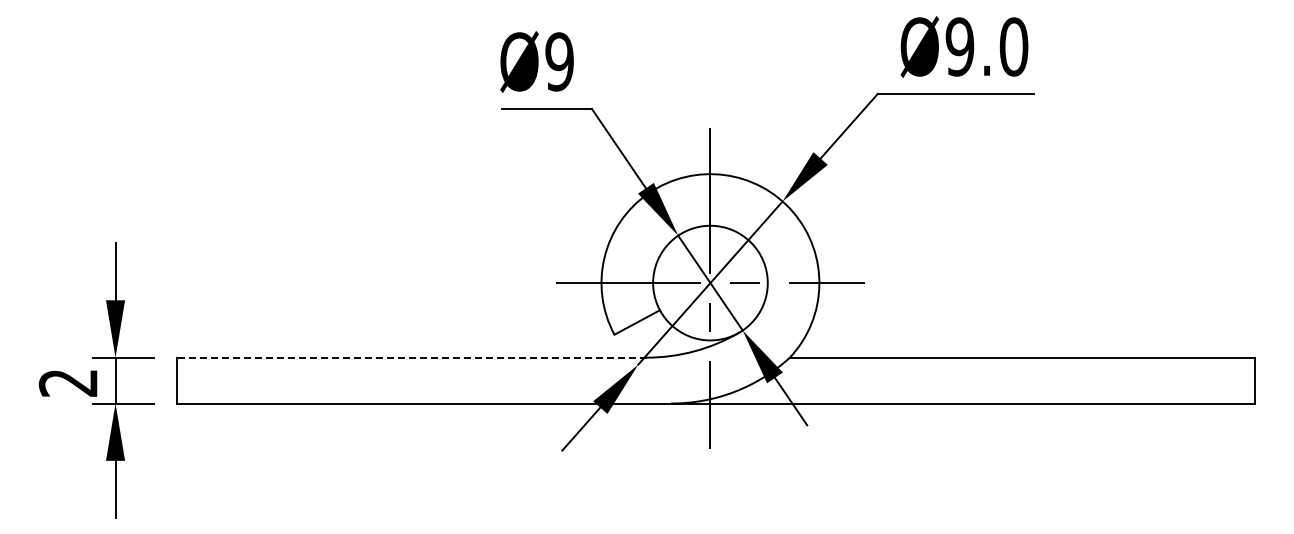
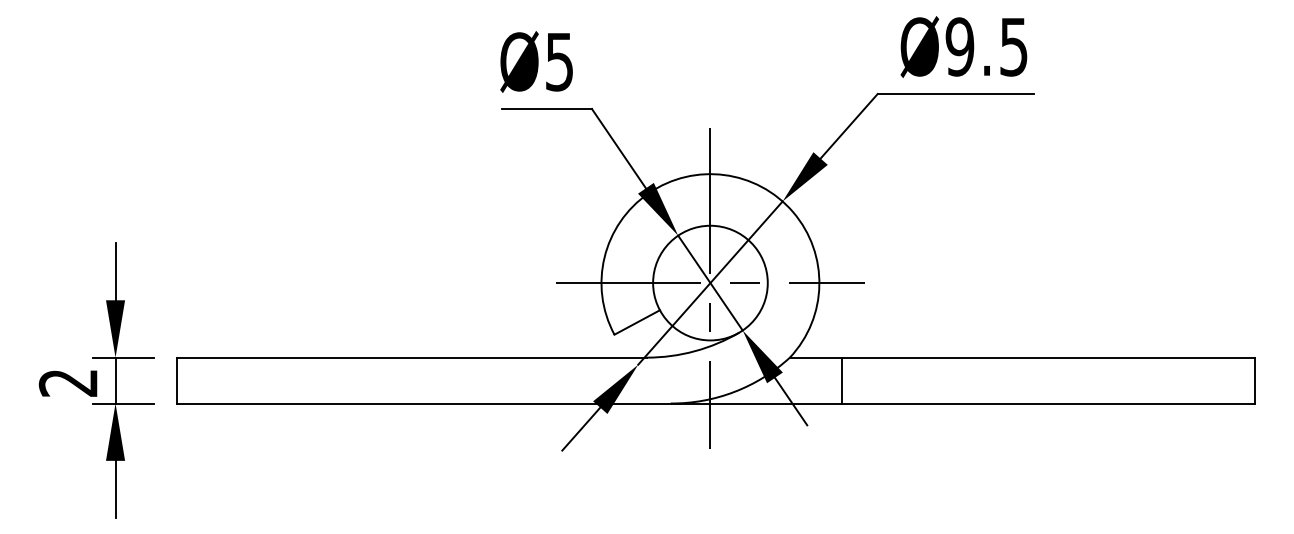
text at (1013, 46): Ø9.0 -> Ø9.5
text at (559, 61): Ø9 -> Ø5
line at (412, 357): dashed -> solid
line at (842, 380): none -> present
